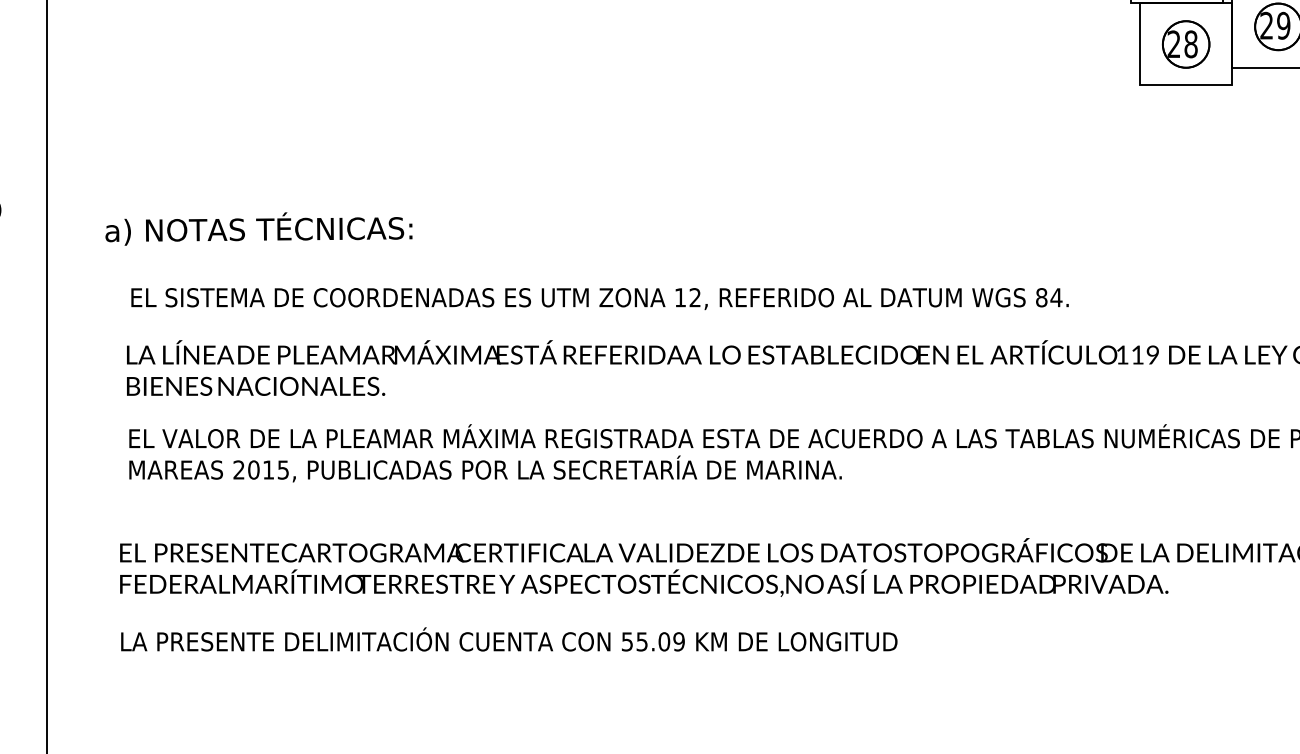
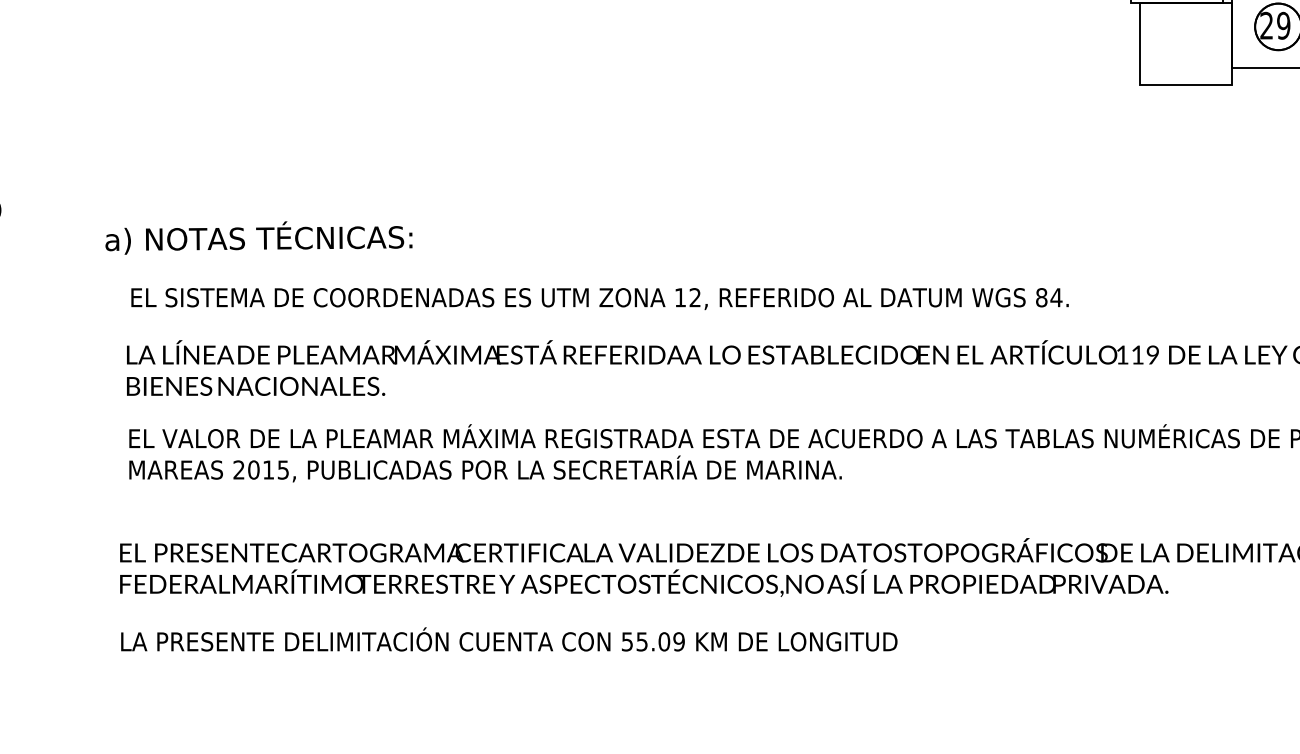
part at (1185, 44): present -> none
text at (258, 228) position: (258, 228) -> (258, 237)
line at (46, 376): present -> none
